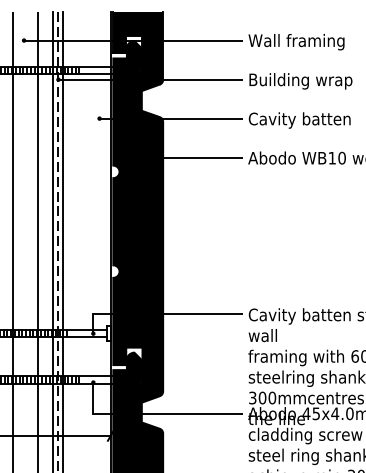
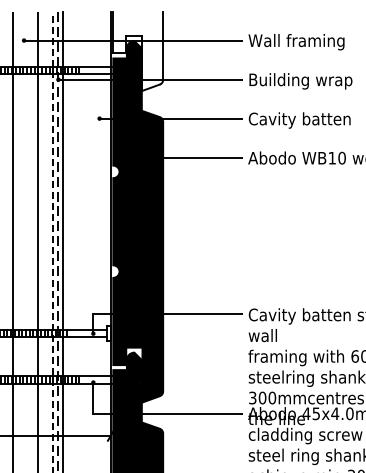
fill at (138, 51): present -> none
line at (53, 242): solid -> dashed
